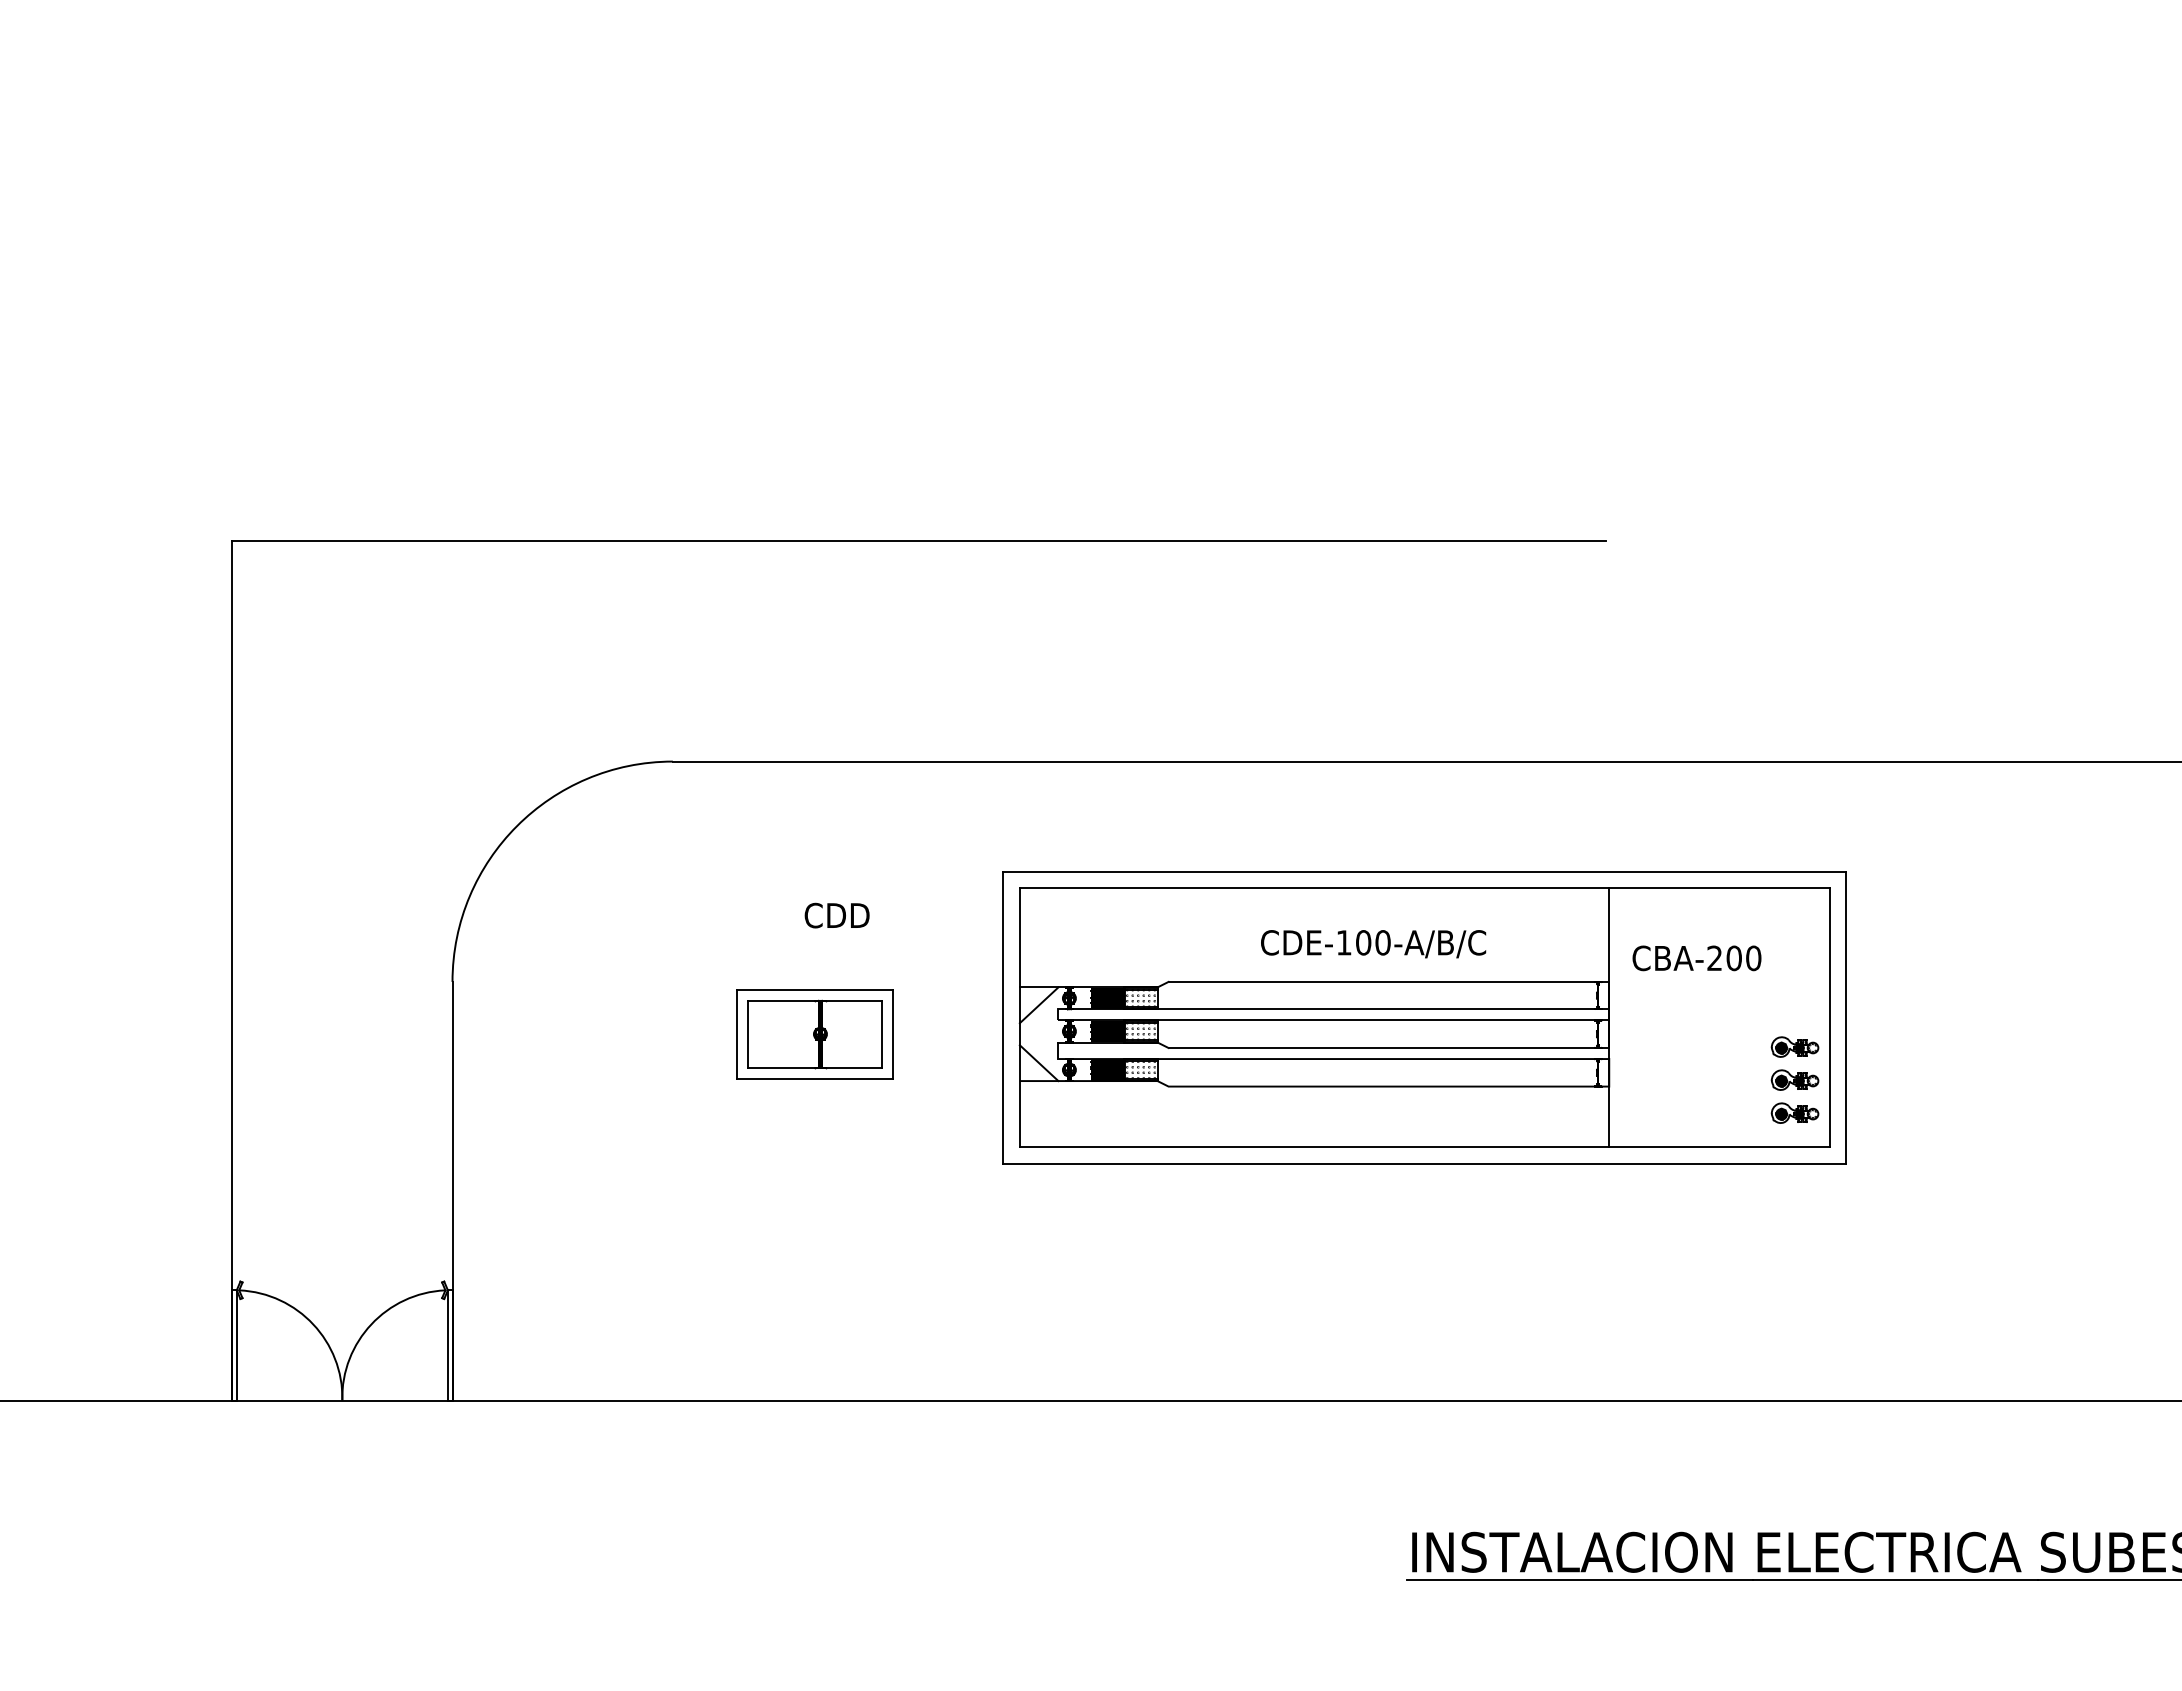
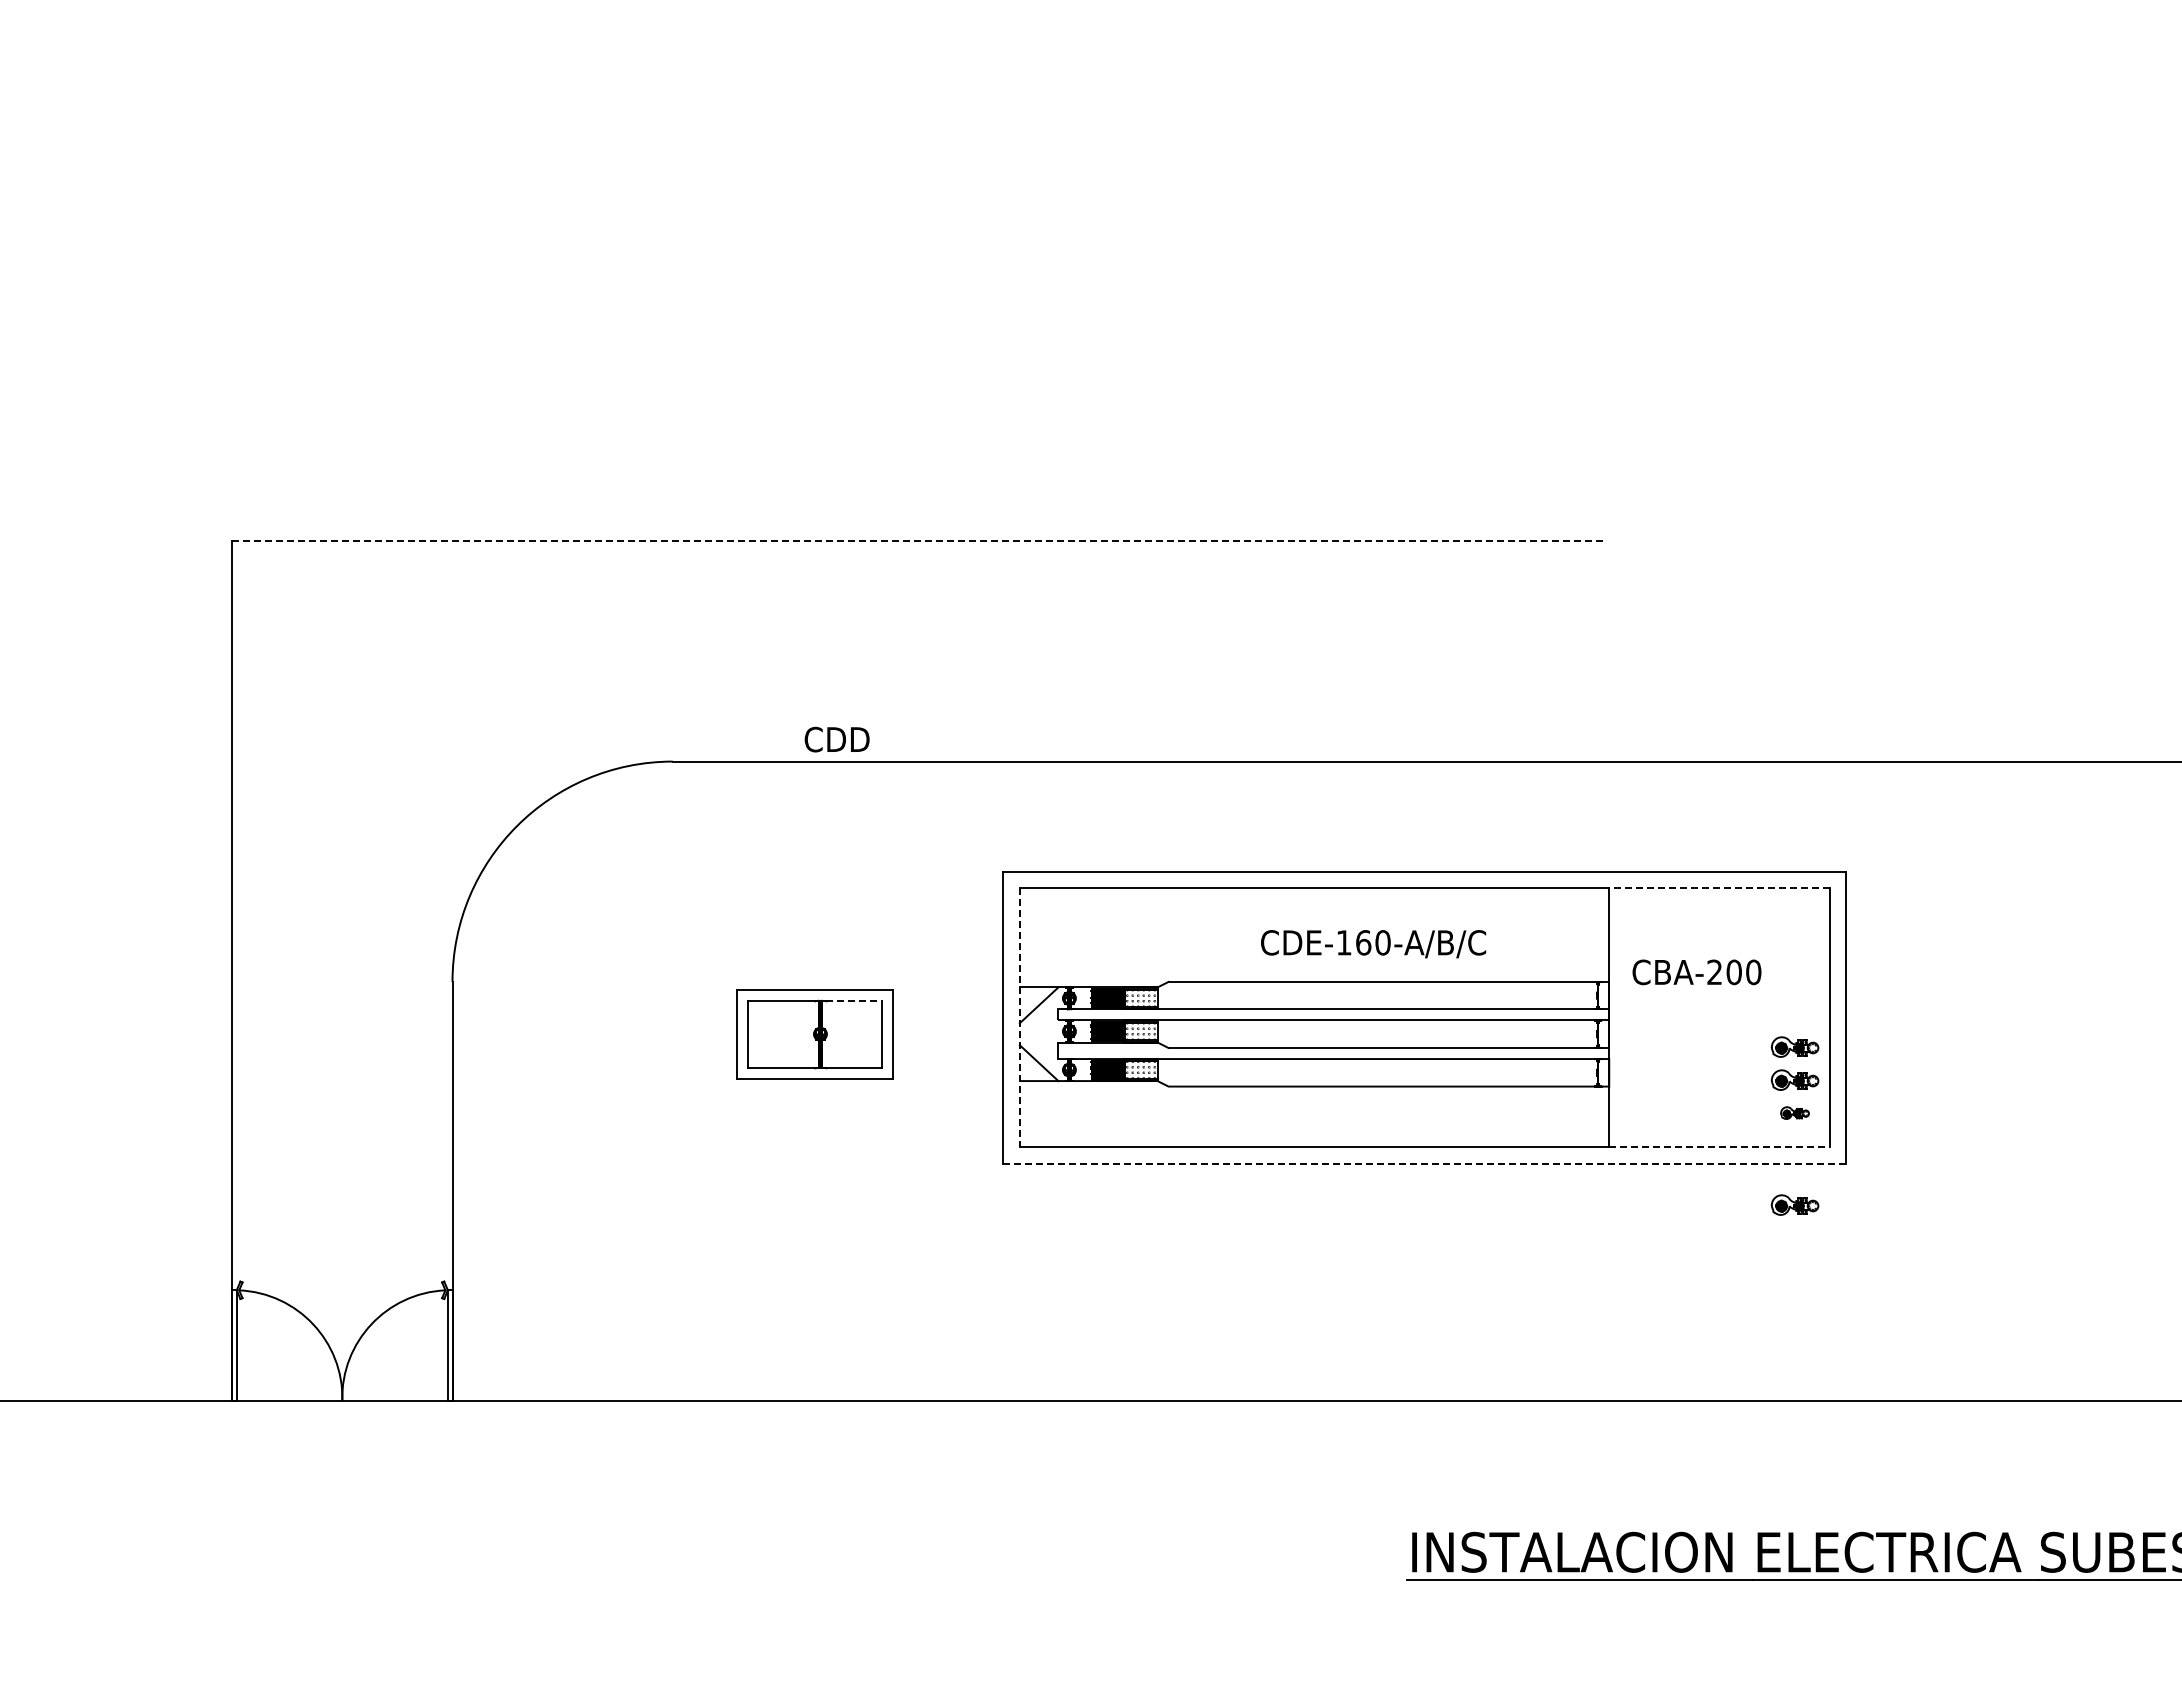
line at (918, 541): solid -> dashed
line at (1718, 888): solid -> dashed
text at (836, 915) position: (836, 915) -> (836, 739)
text at (1363, 942): CDE-100-A/B/C -> CDE-160-A/B/C
text at (1696, 958) position: (1696, 958) -> (1696, 972)
line at (854, 1000): solid -> dashed
line at (1019, 1018): solid -> dashed
part at (1794, 1112) size: 50x22 px -> 30x14 px
line at (1719, 1147): solid -> dashed
line at (1425, 1163): solid -> dashed
part at (1794, 1204): none -> present
